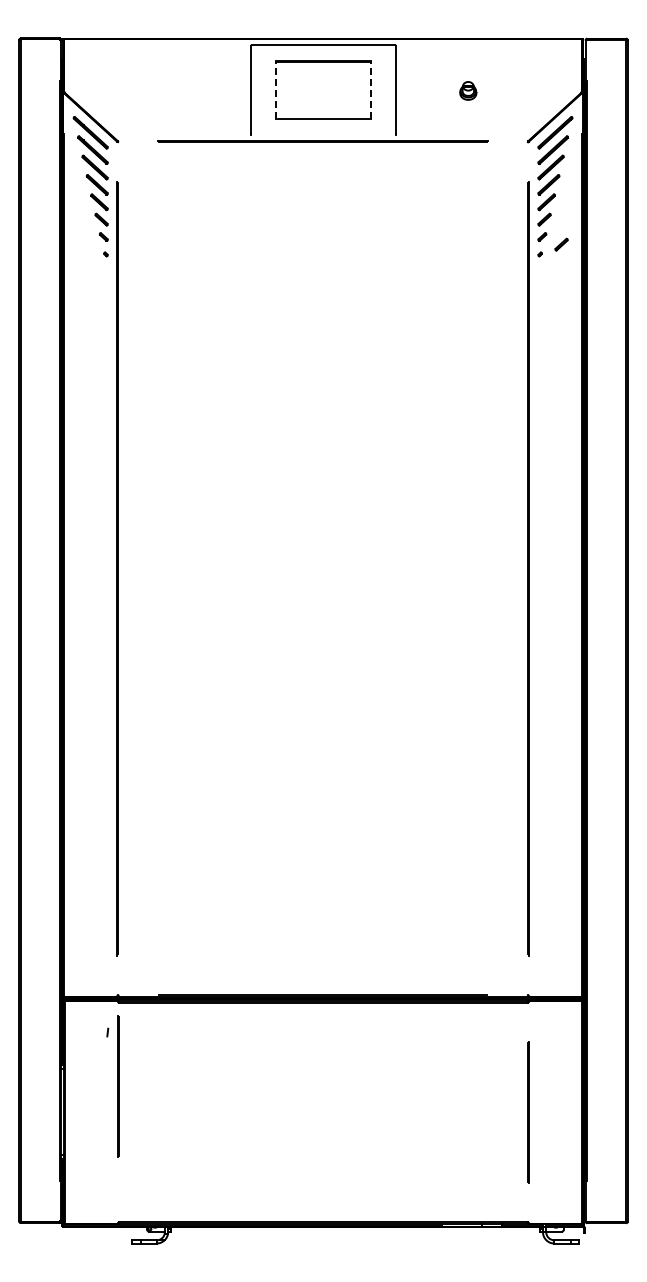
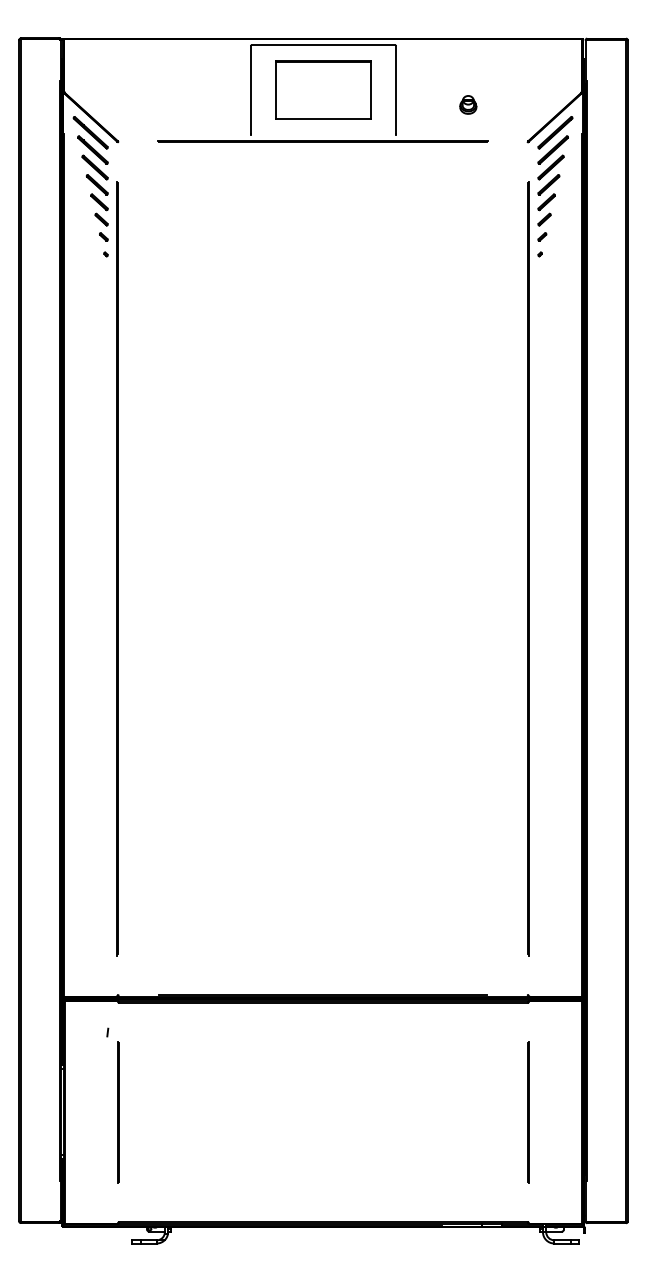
line at (276, 89): dashed -> solid
line at (370, 89): dashed -> solid
part at (468, 90) position: (468, 90) -> (468, 104)
part at (561, 244): present -> none
line at (118, 1086) position: (118, 1086) -> (118, 1112)
